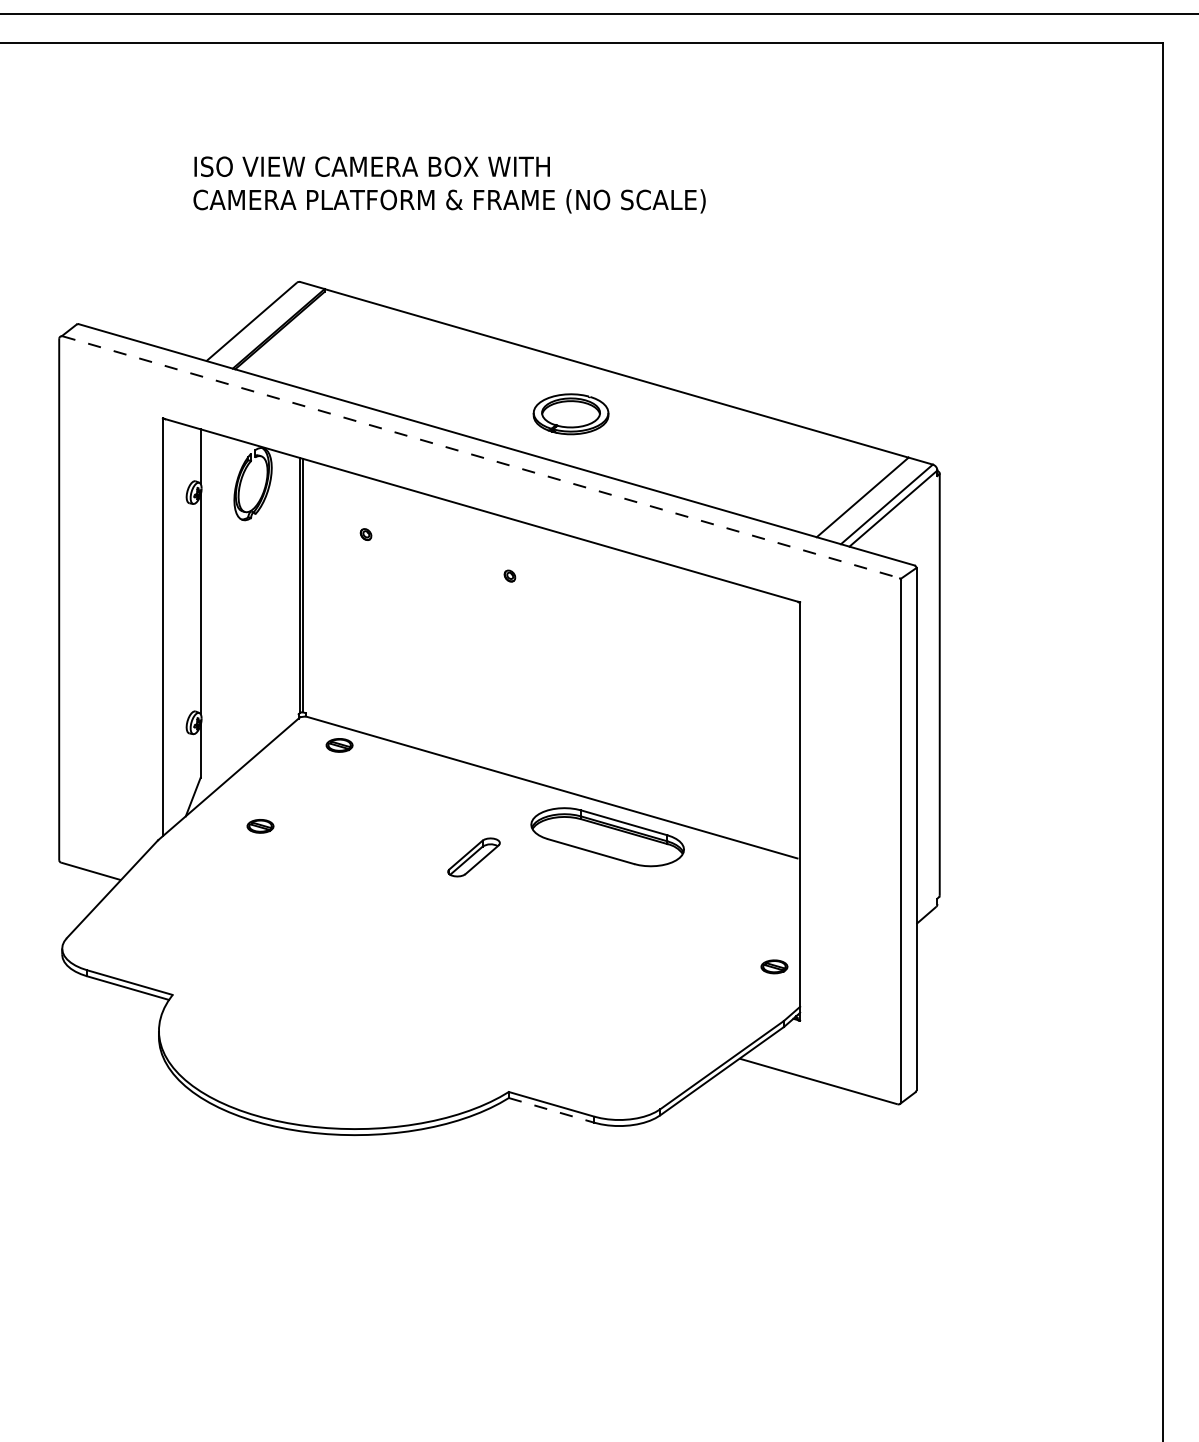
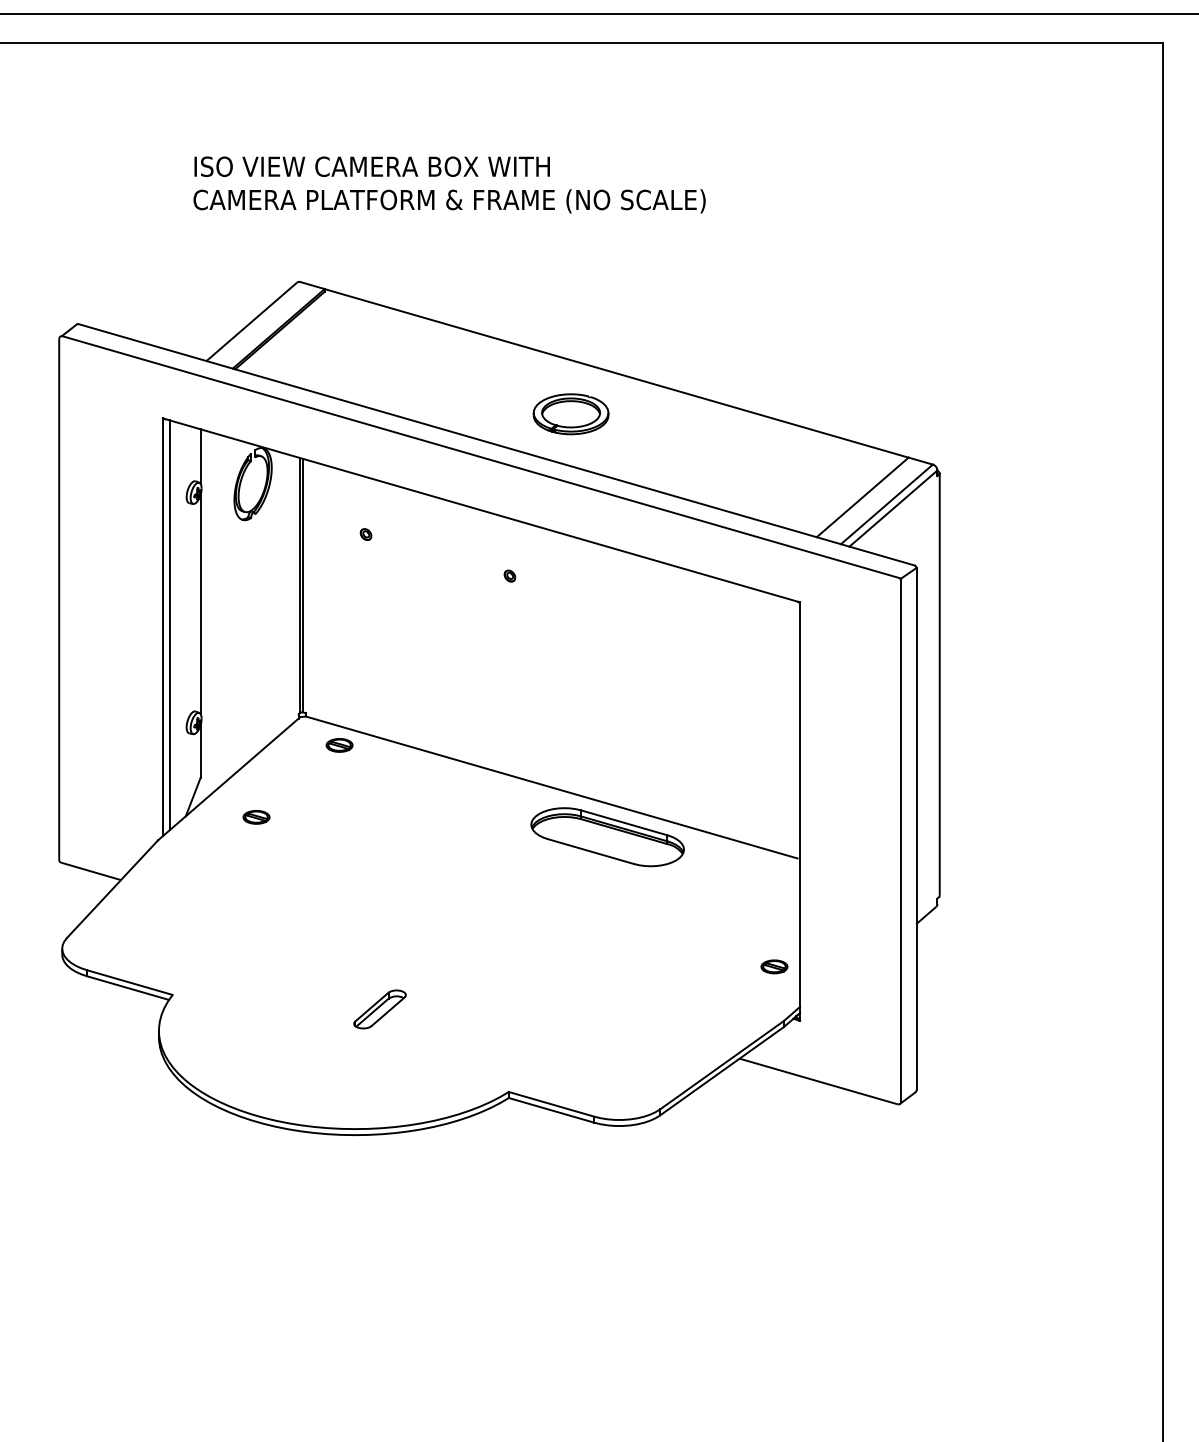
line at (481, 457): dashed -> solid
line at (170, 624): none -> present
part at (260, 826) position: (260, 826) -> (256, 817)
part at (473, 857) position: (473, 857) -> (379, 1009)
line at (551, 1110): dashed -> solid
